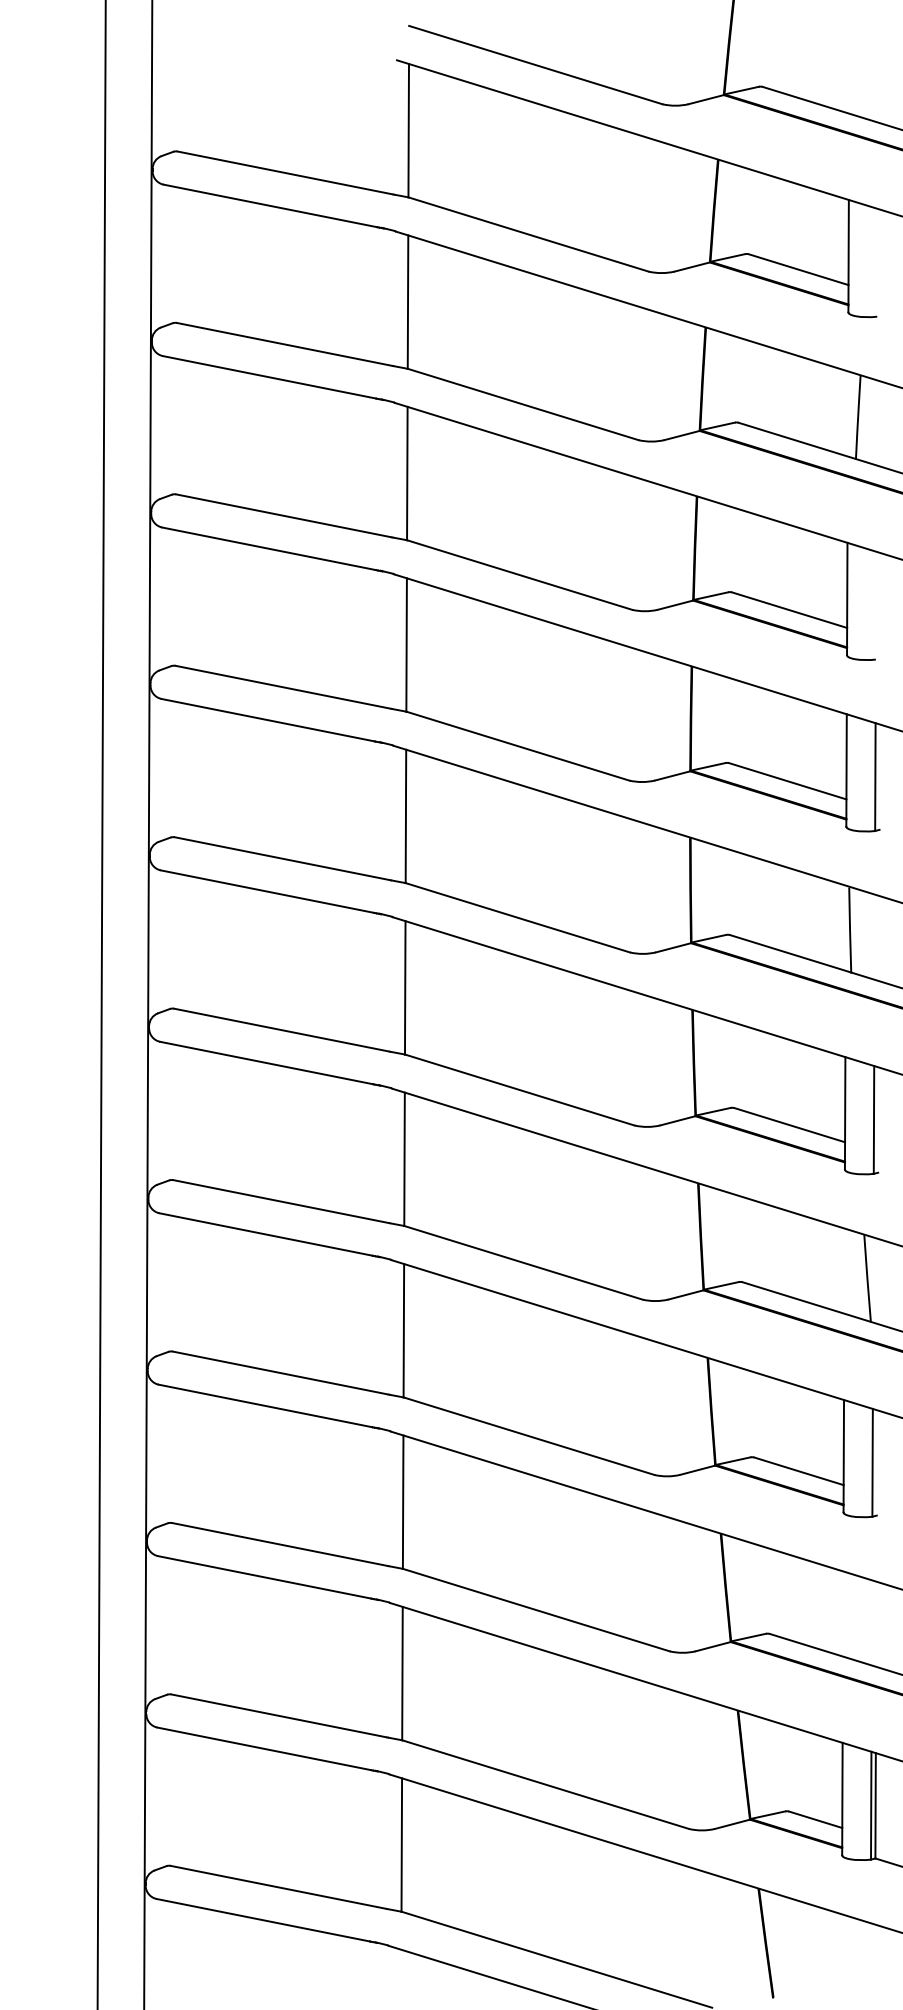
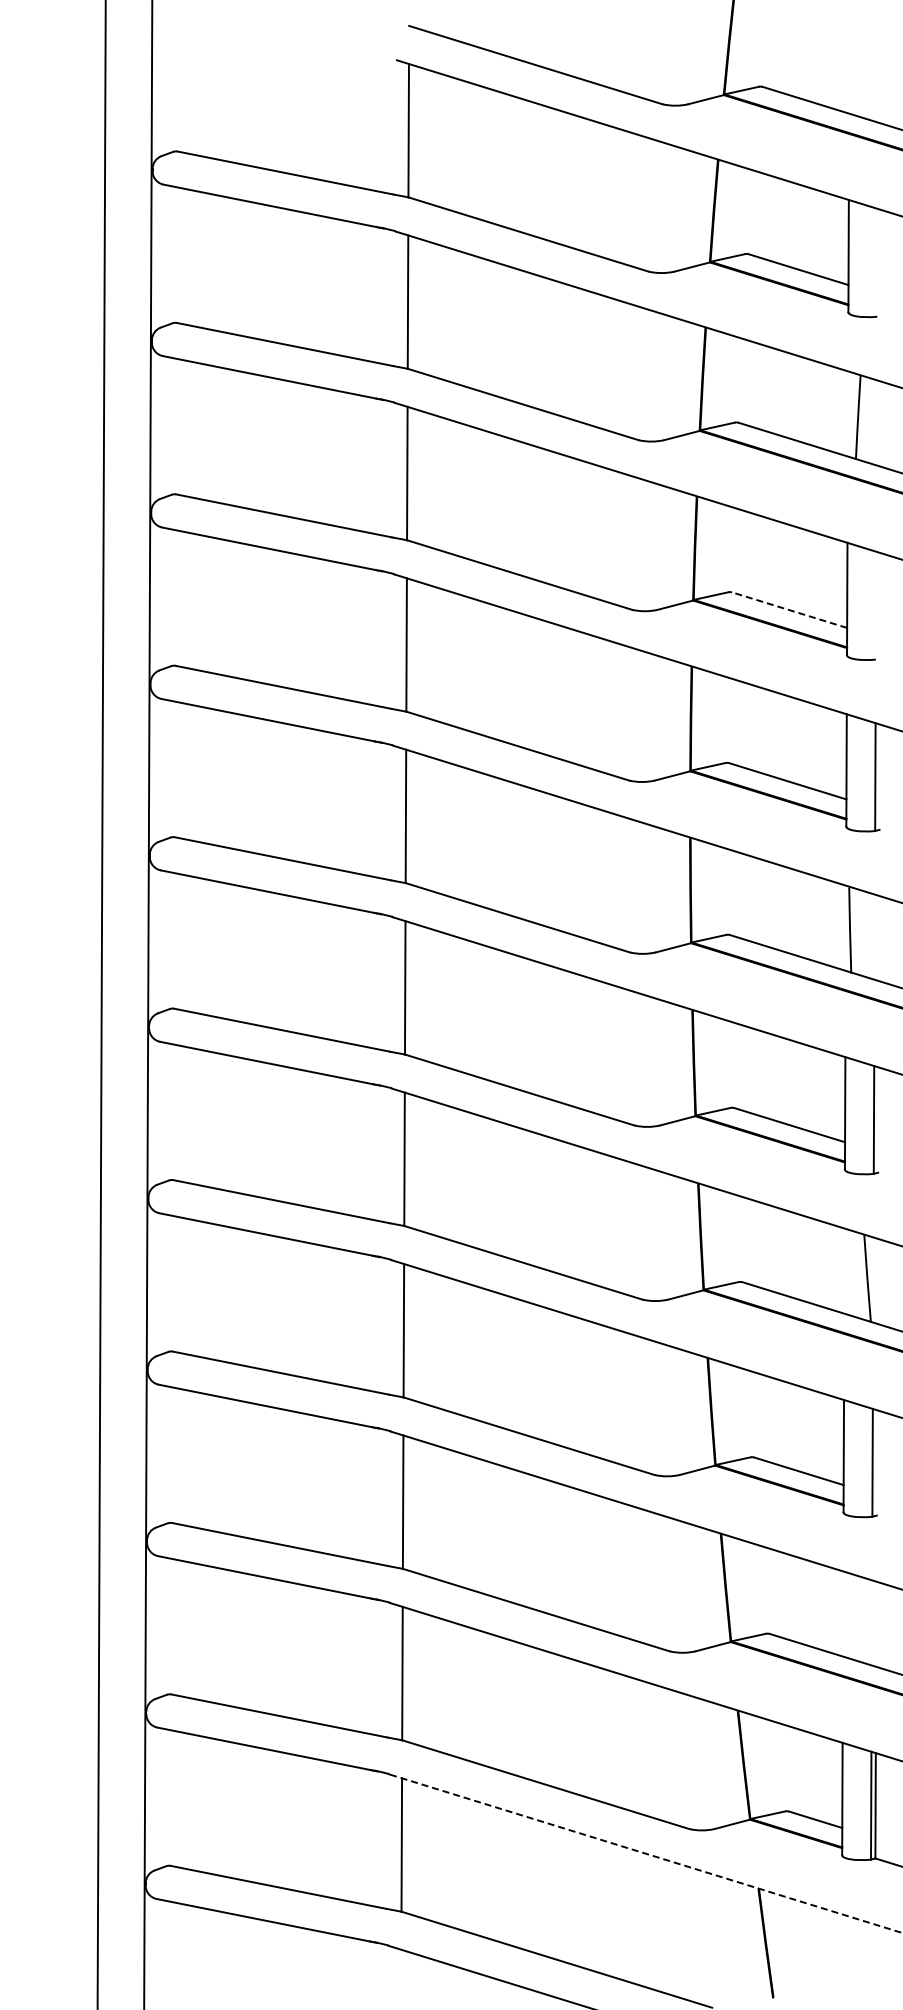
line at (789, 610): solid -> dashed
line at (646, 1853): solid -> dashed
